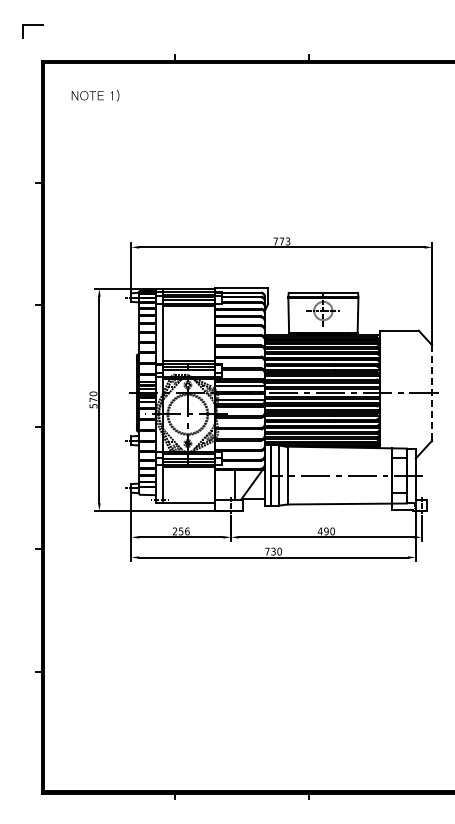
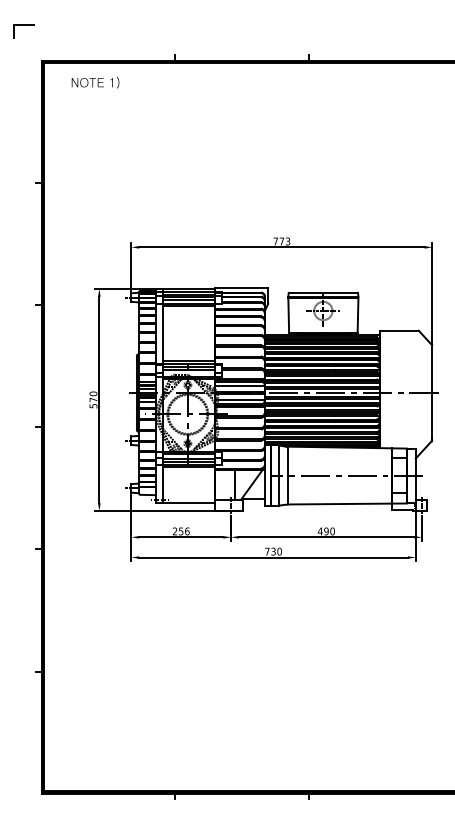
line at (32, 25) position: (32, 25) -> (23, 25)
text at (95, 95) position: (95, 95) -> (95, 82)
line at (432, 393): dashed -> solid
